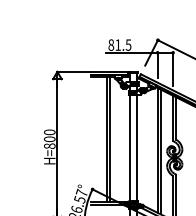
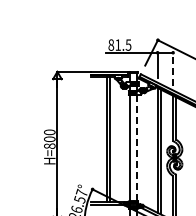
line at (173, 69): solid -> dashed
line at (137, 147): solid -> dashed
